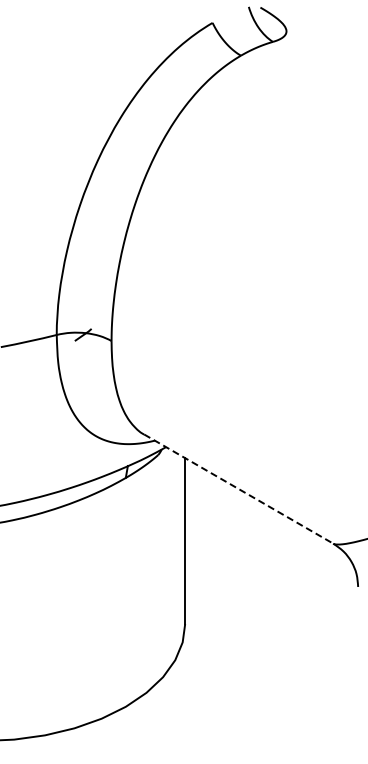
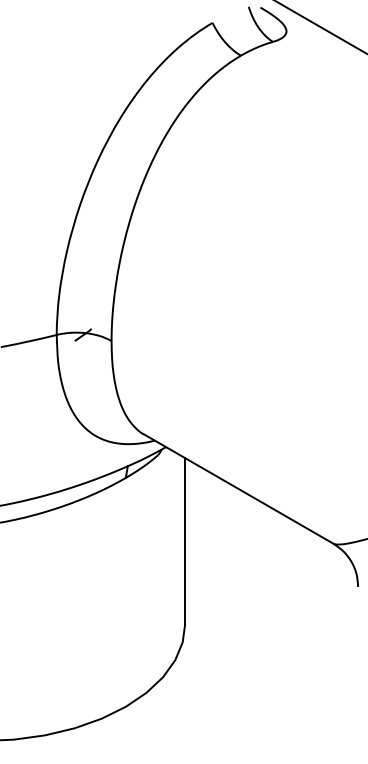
line at (320, 27): none -> present
line at (239, 489): dashed -> solid
